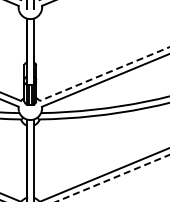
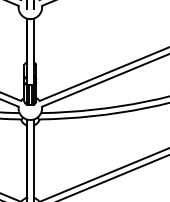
line at (104, 74): dashed -> solid
line at (112, 178): dashed -> solid
